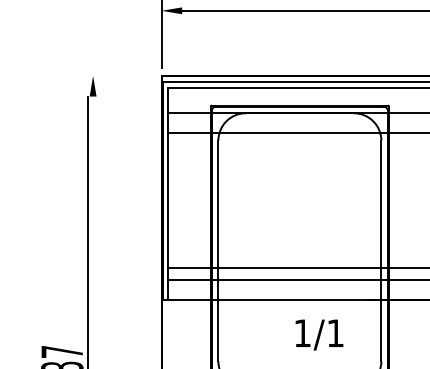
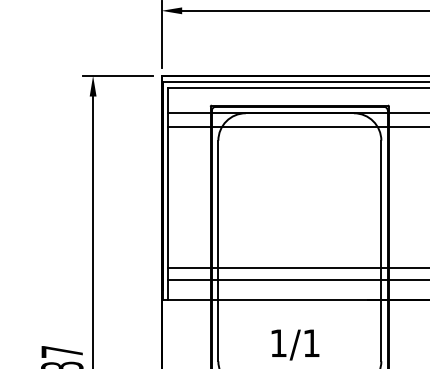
line at (117, 75): none -> present
line at (297, 132) position: (297, 132) -> (297, 126)
line at (88, 230) position: (88, 230) -> (93, 230)
text at (319, 334) position: (319, 334) -> (295, 344)
